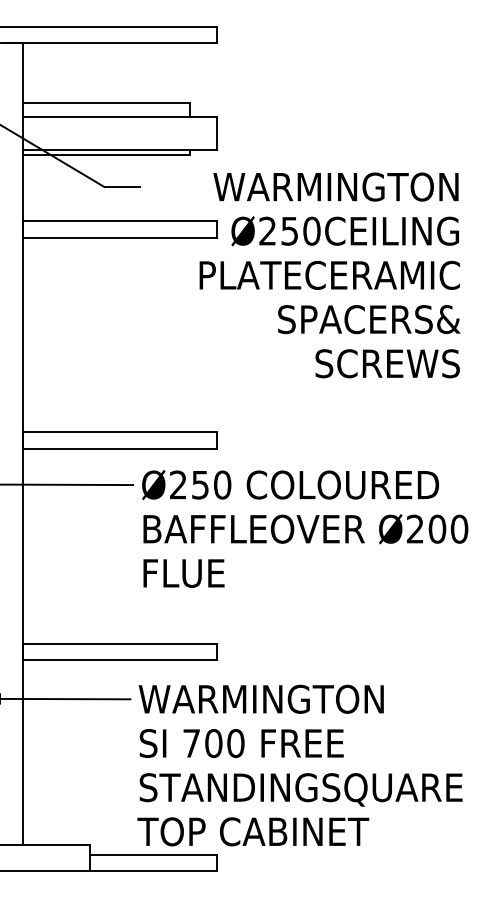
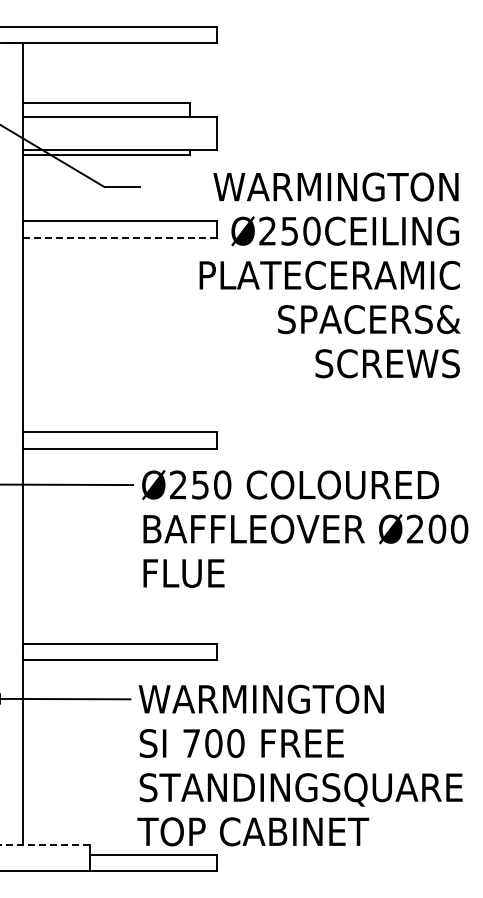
line at (120, 237): solid -> dashed
line at (45, 844): solid -> dashed
